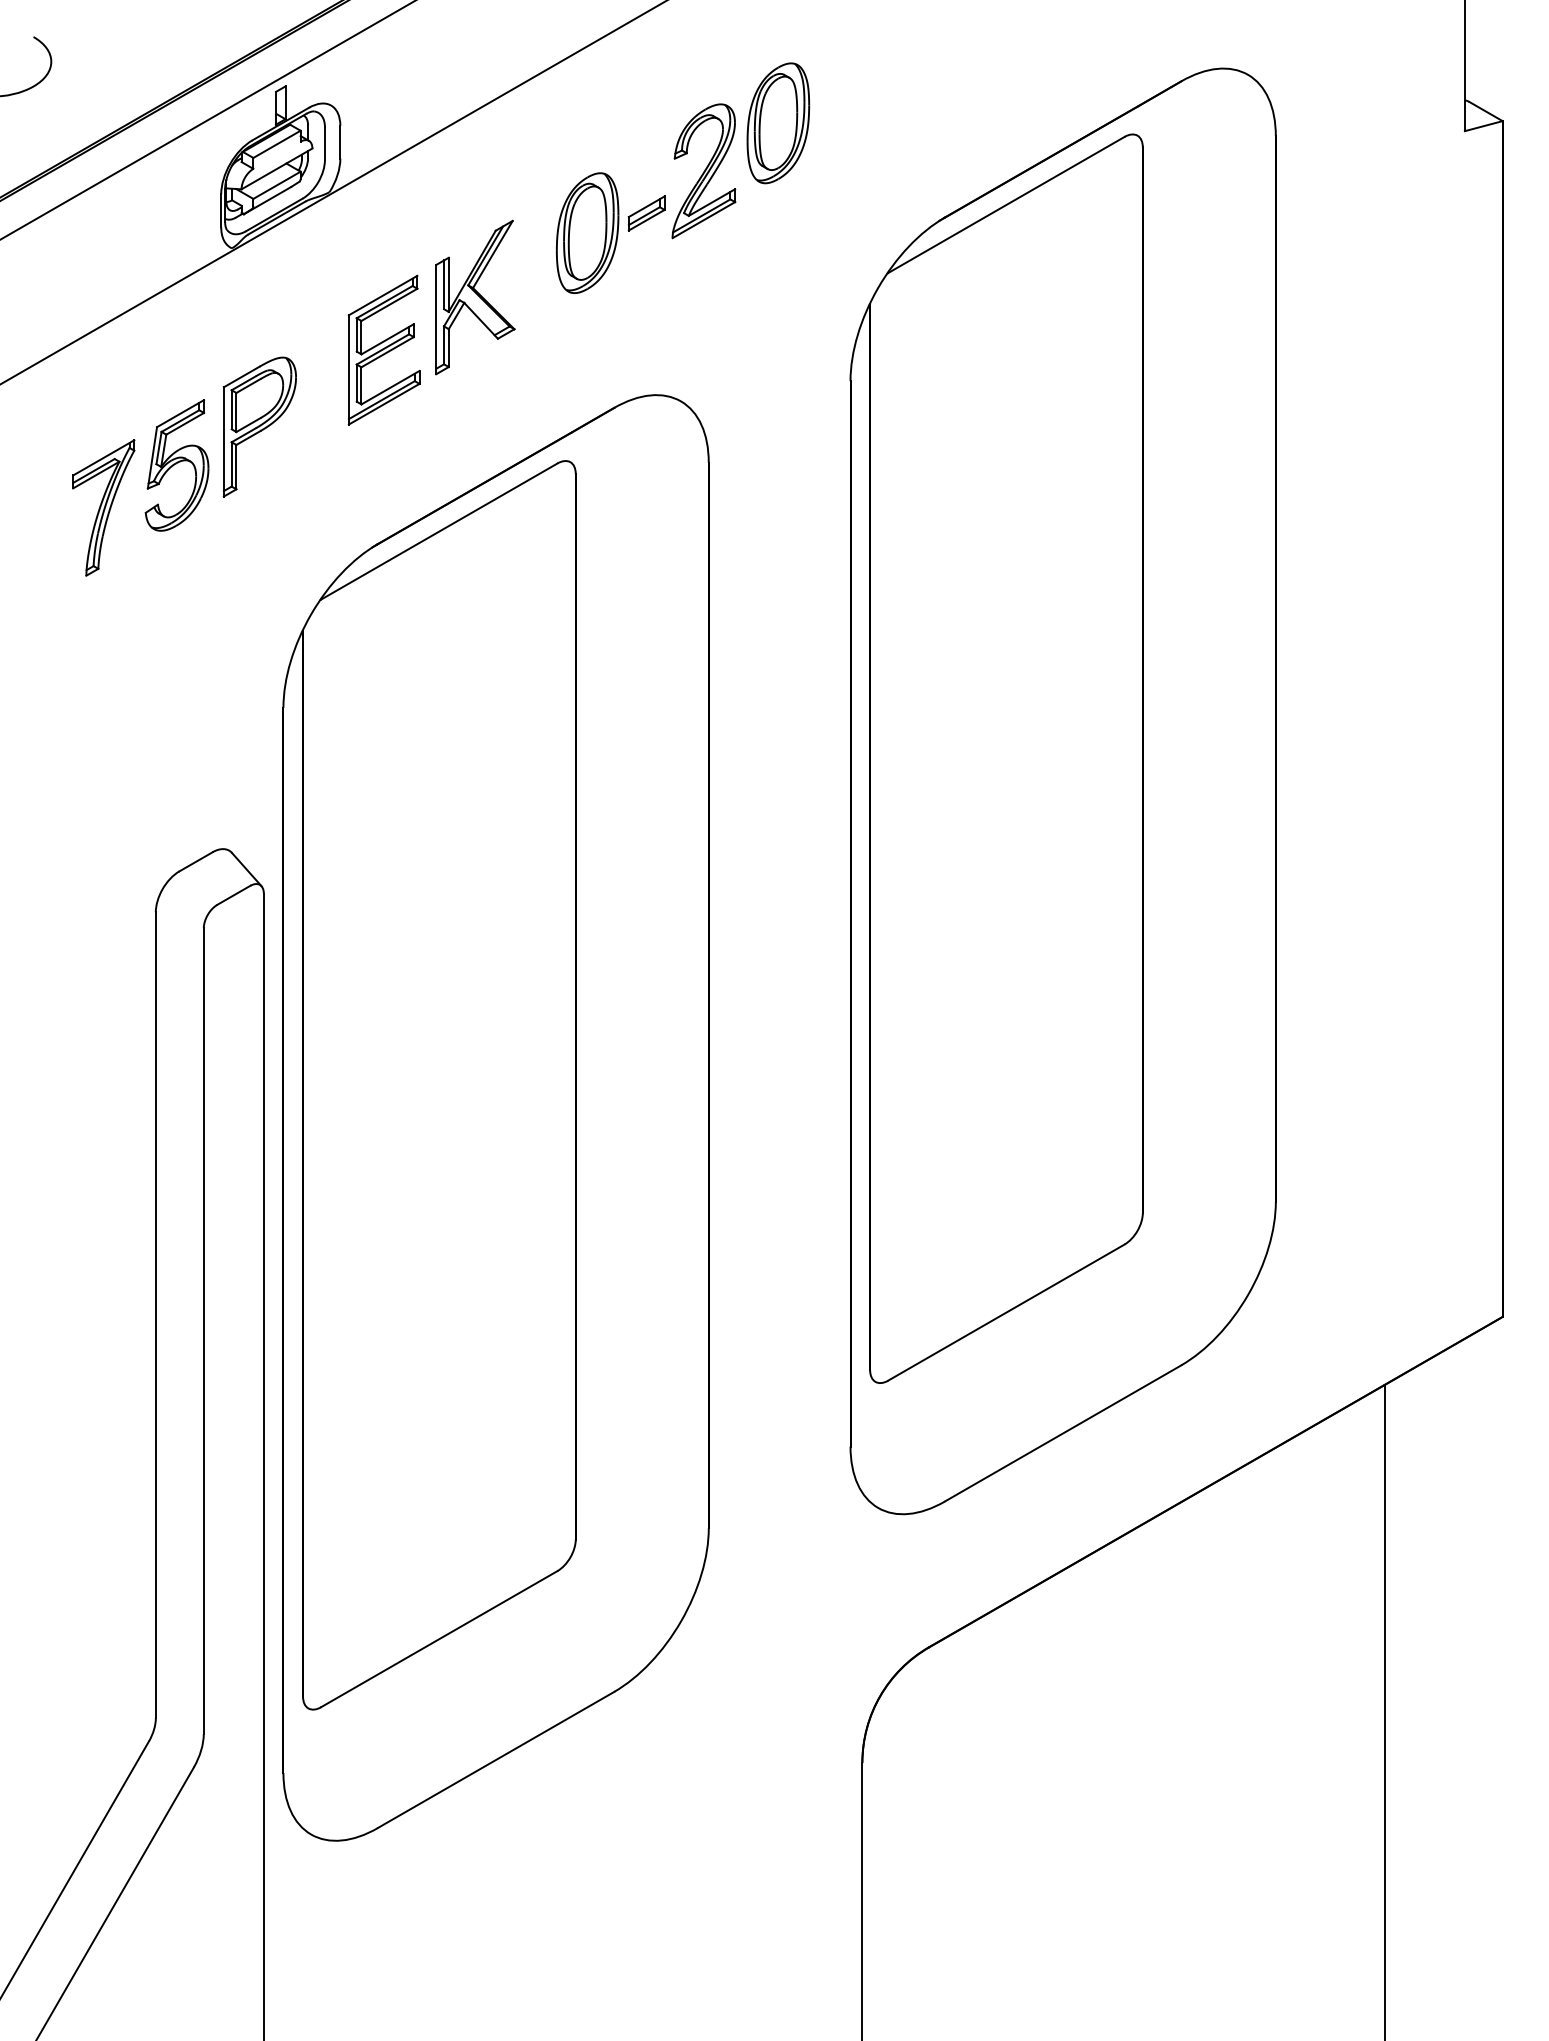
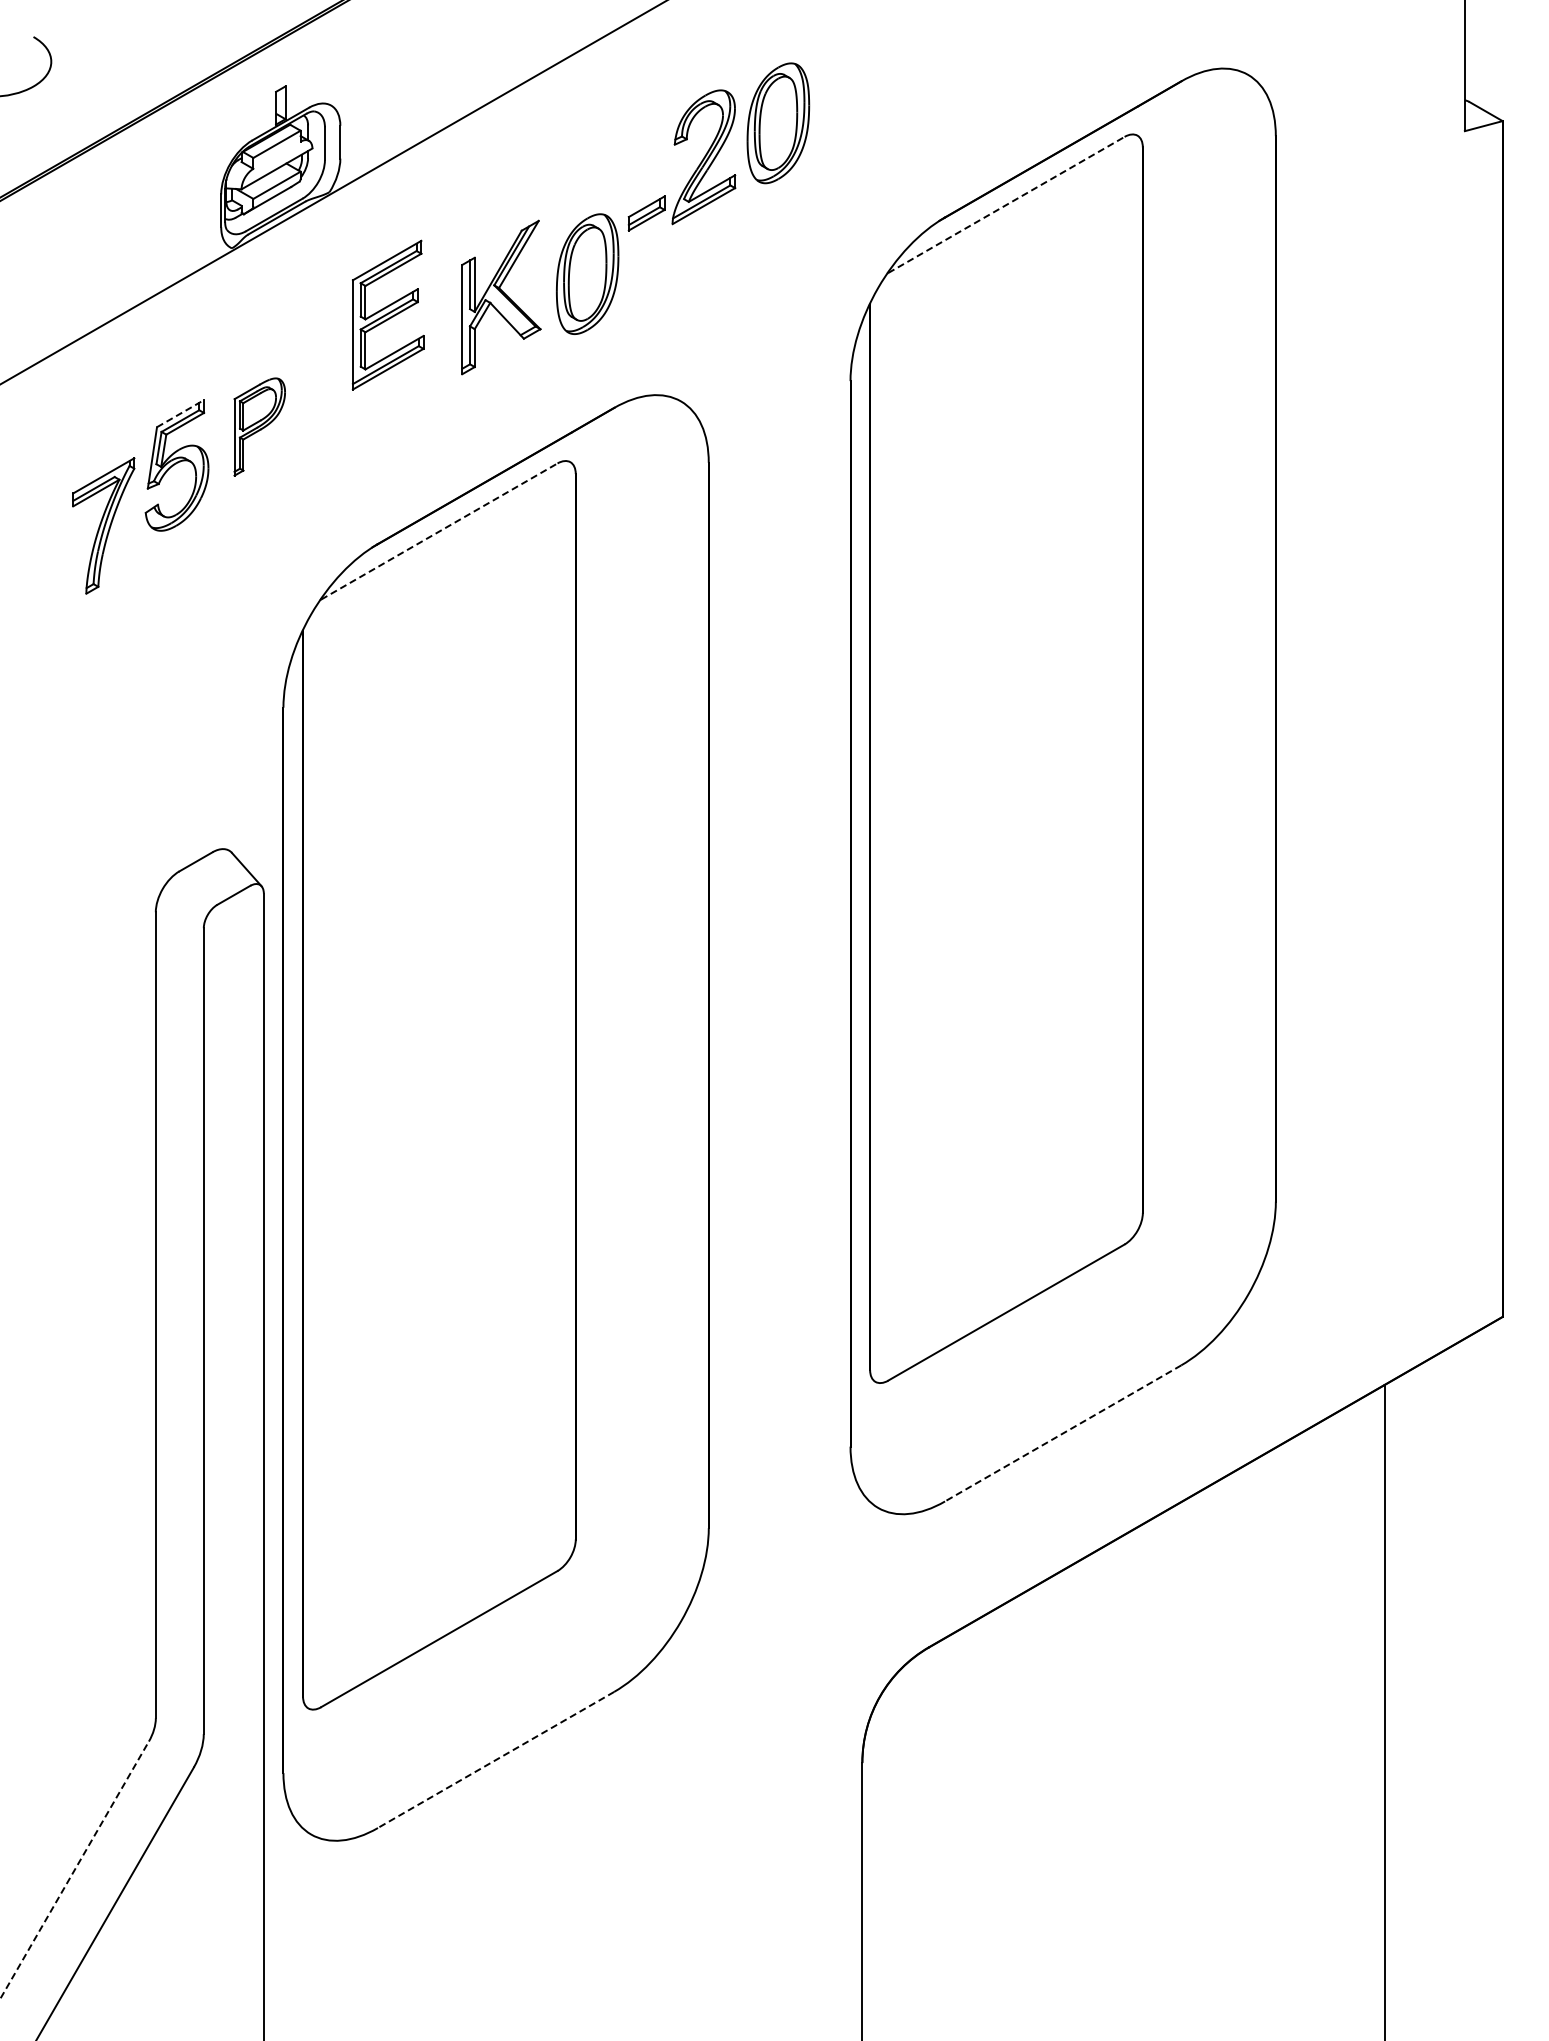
line at (207, 120): present -> none
part at (703, 171) position: (703, 171) -> (703, 157)
line at (1006, 204): solid -> dashed
part at (587, 232) position: (587, 232) -> (587, 273)
part at (475, 297) position: (475, 297) -> (501, 297)
part at (383, 349) position: (383, 349) -> (387, 314)
line at (180, 413): solid -> dashed
part at (259, 426) size: 75x142 px -> 53x100 px
part at (103, 507) position: (103, 507) -> (103, 525)
line at (439, 531): solid -> dashed
line at (1062, 1433): solid -> dashed
line at (495, 1760): solid -> dashed
line at (74, 1870): solid -> dashed
